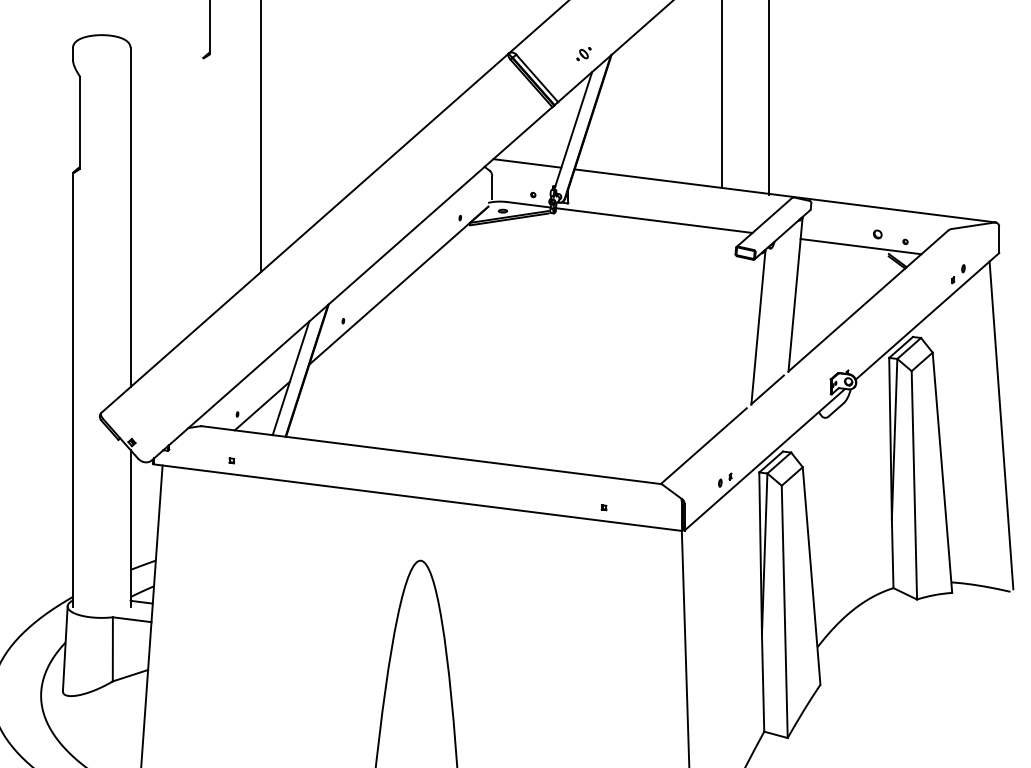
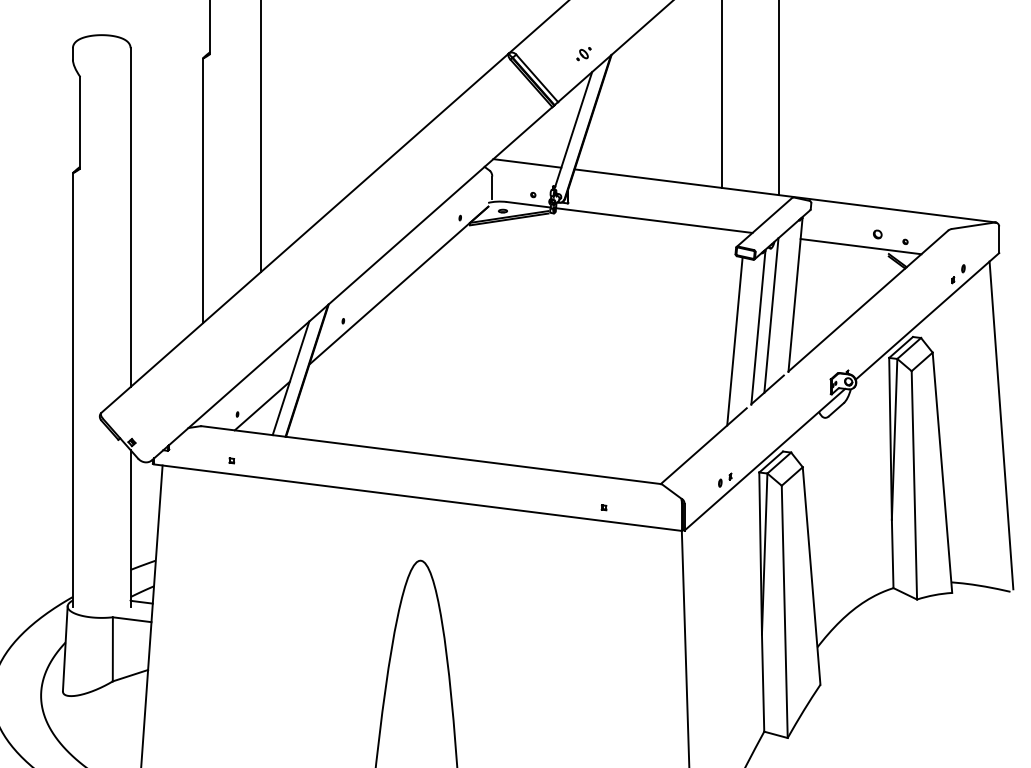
line at (769, 98) position: (769, 98) -> (779, 98)
line at (202, 190): none -> present
line at (771, 315): none -> present
line at (734, 341): none -> present
